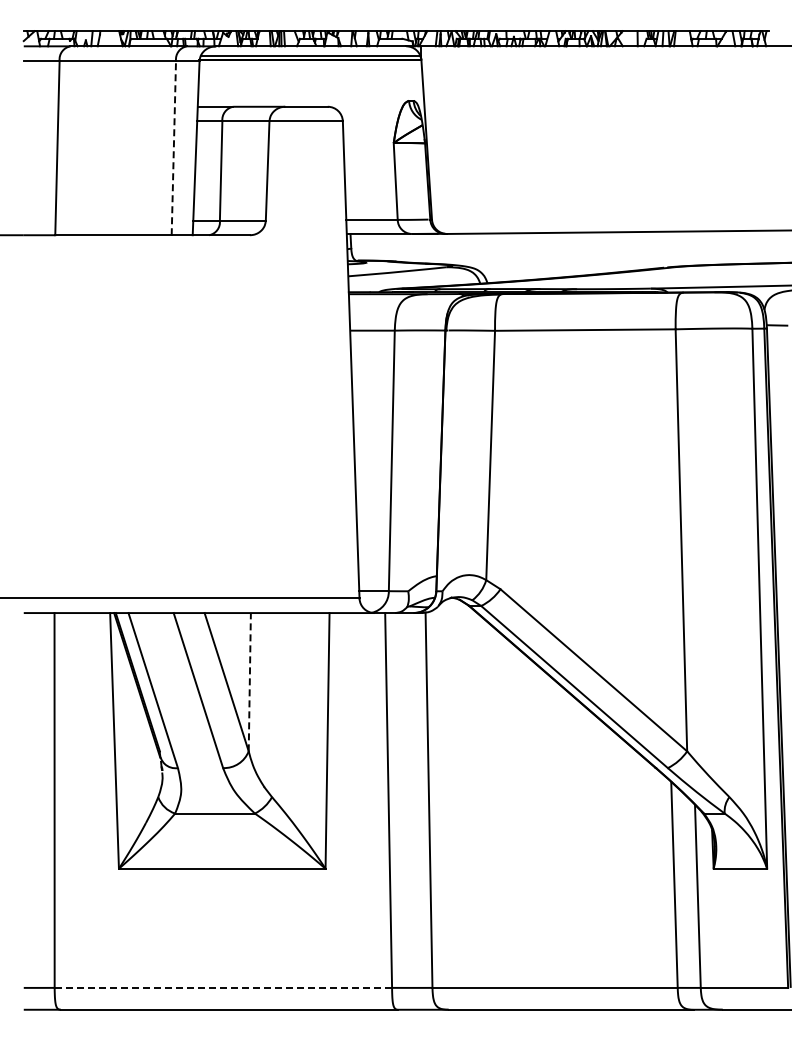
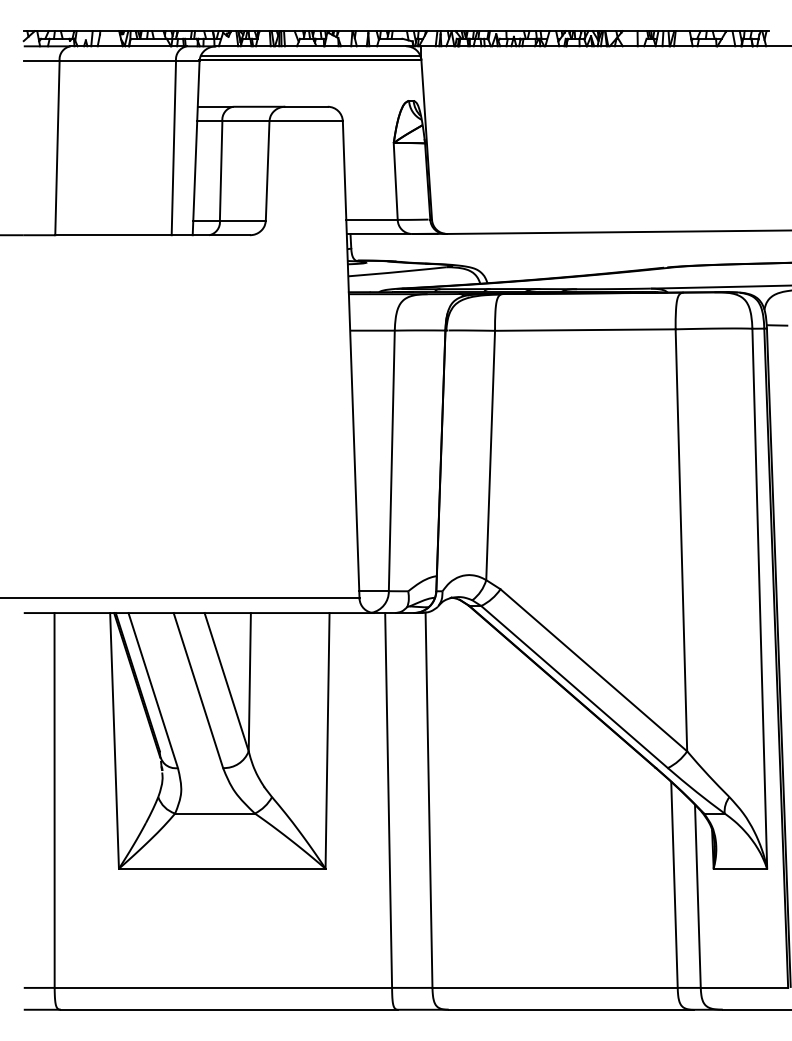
line at (173, 147): dashed -> solid
line at (249, 681): dashed -> solid
line at (223, 987): dashed -> solid
